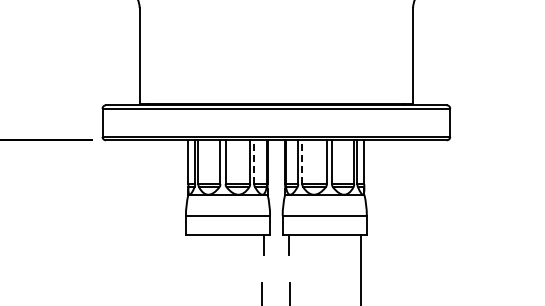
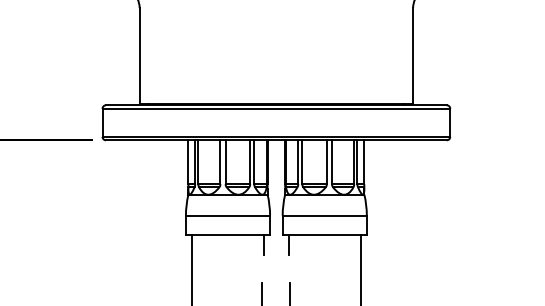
line at (254, 162): dashed -> solid
line at (302, 162): dashed -> solid
line at (191, 268): none -> present
